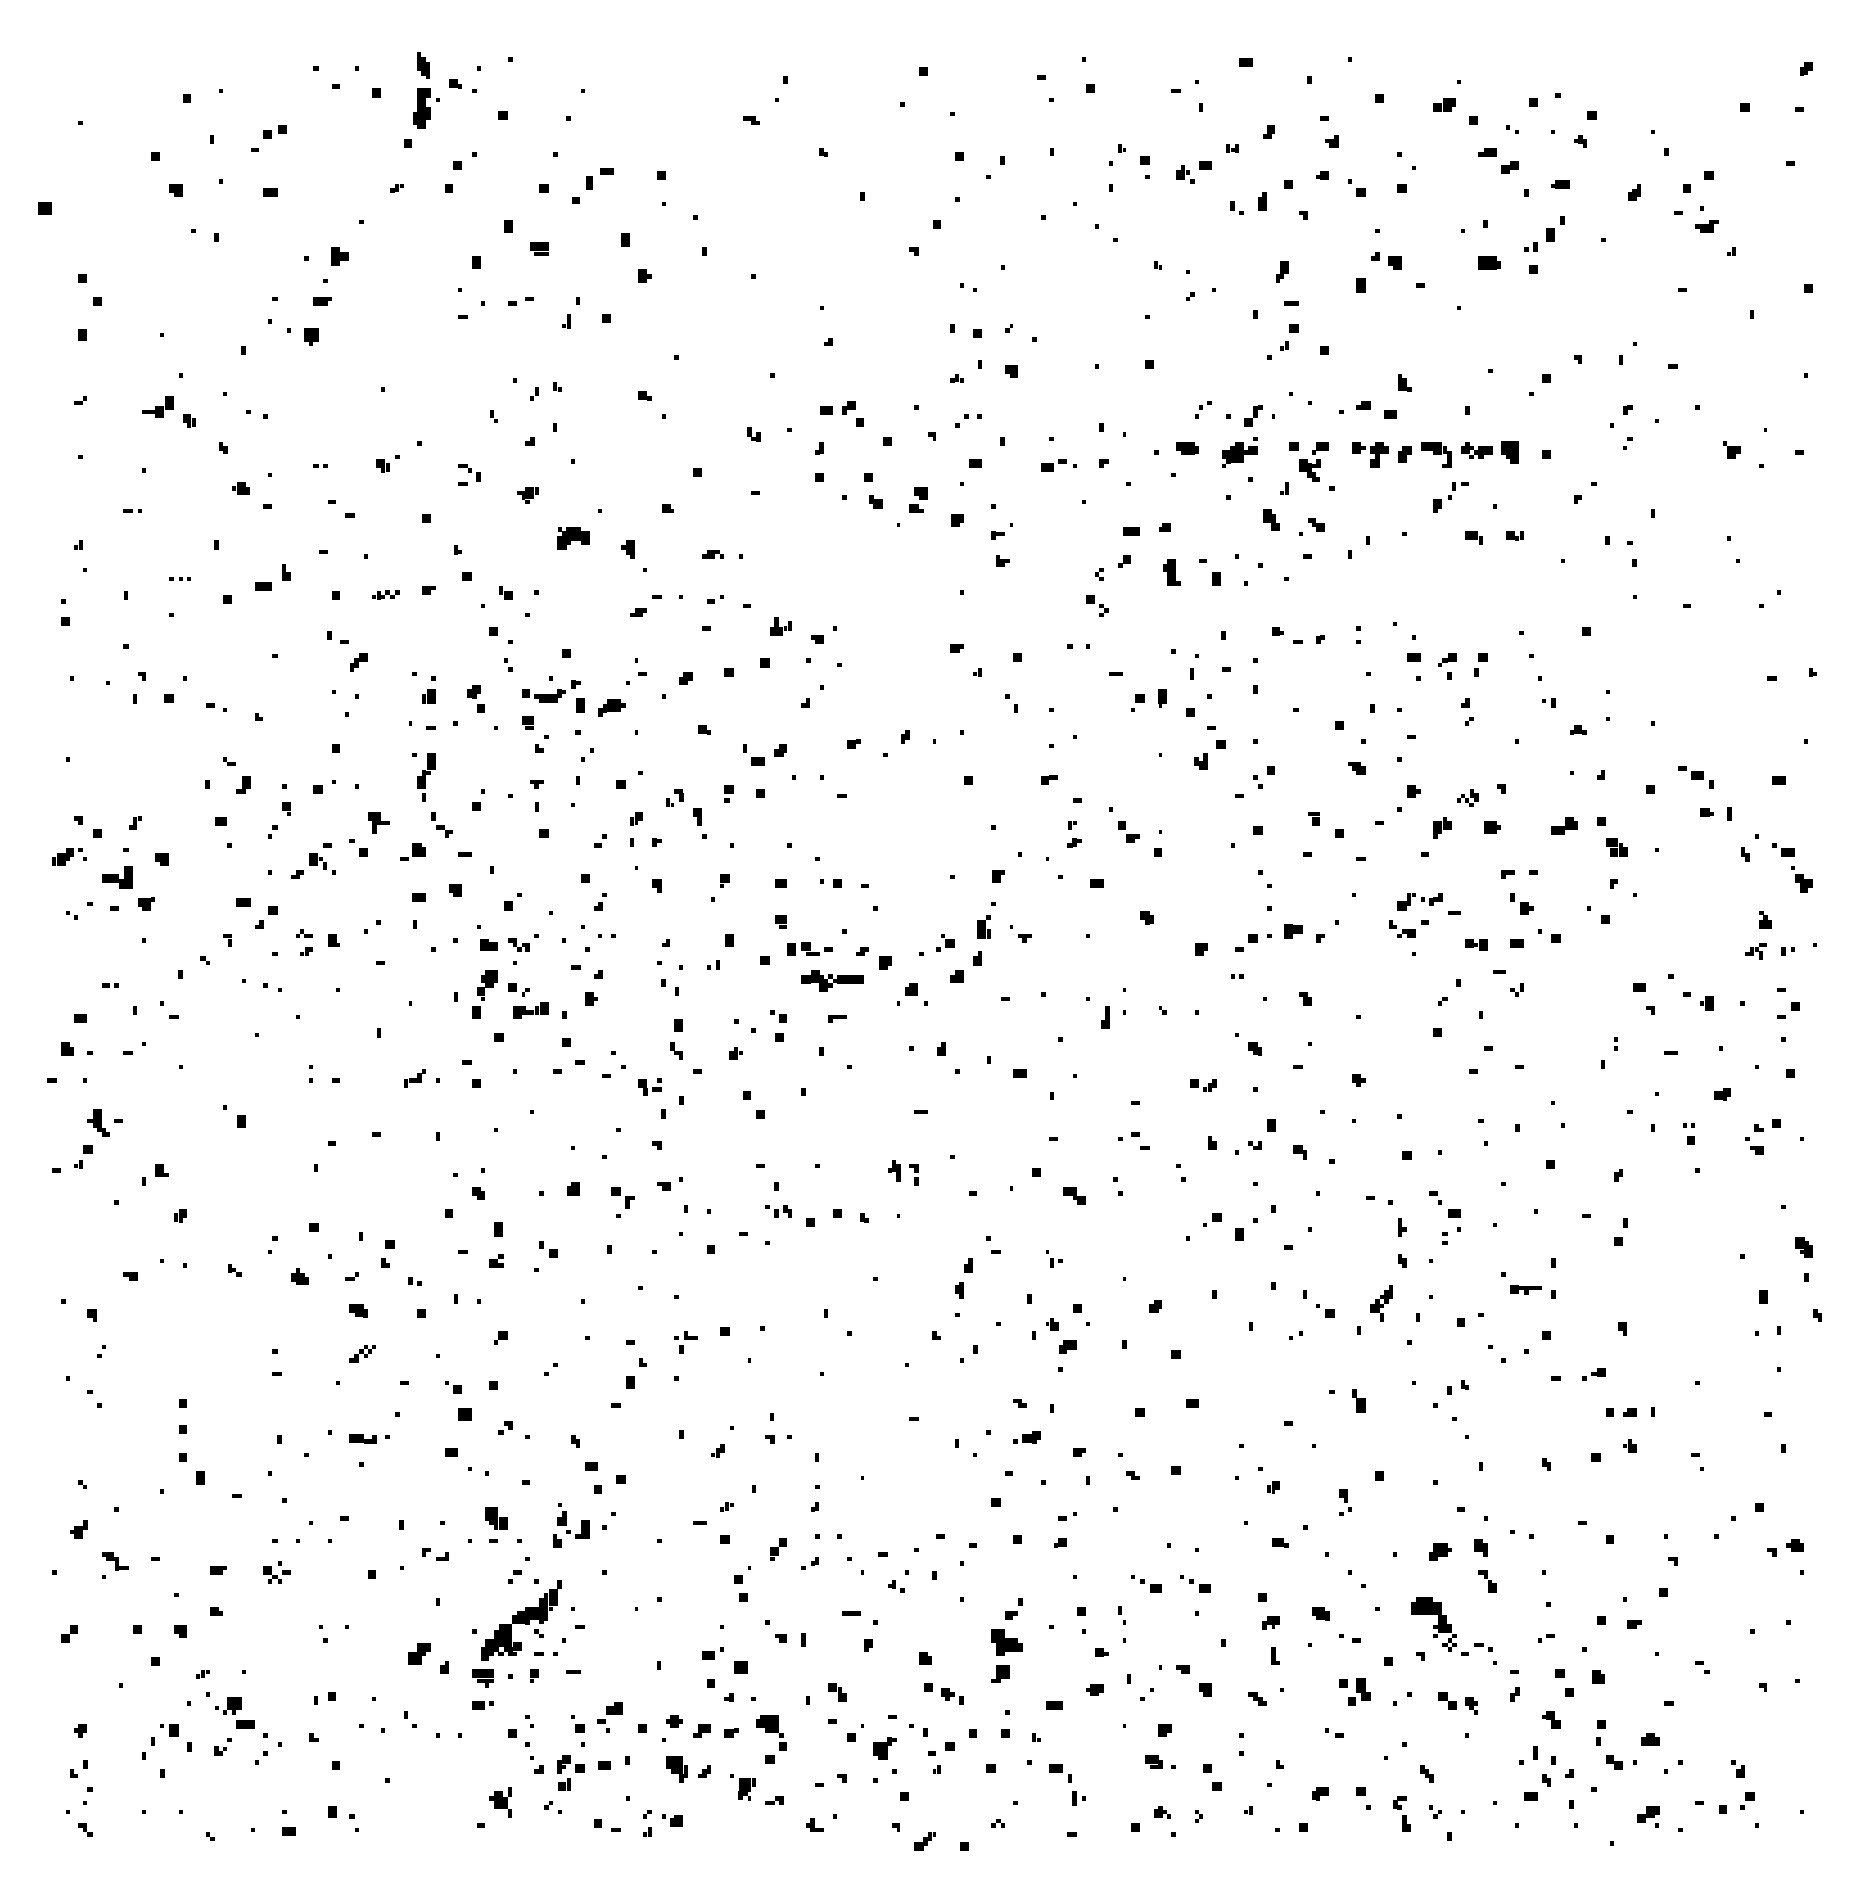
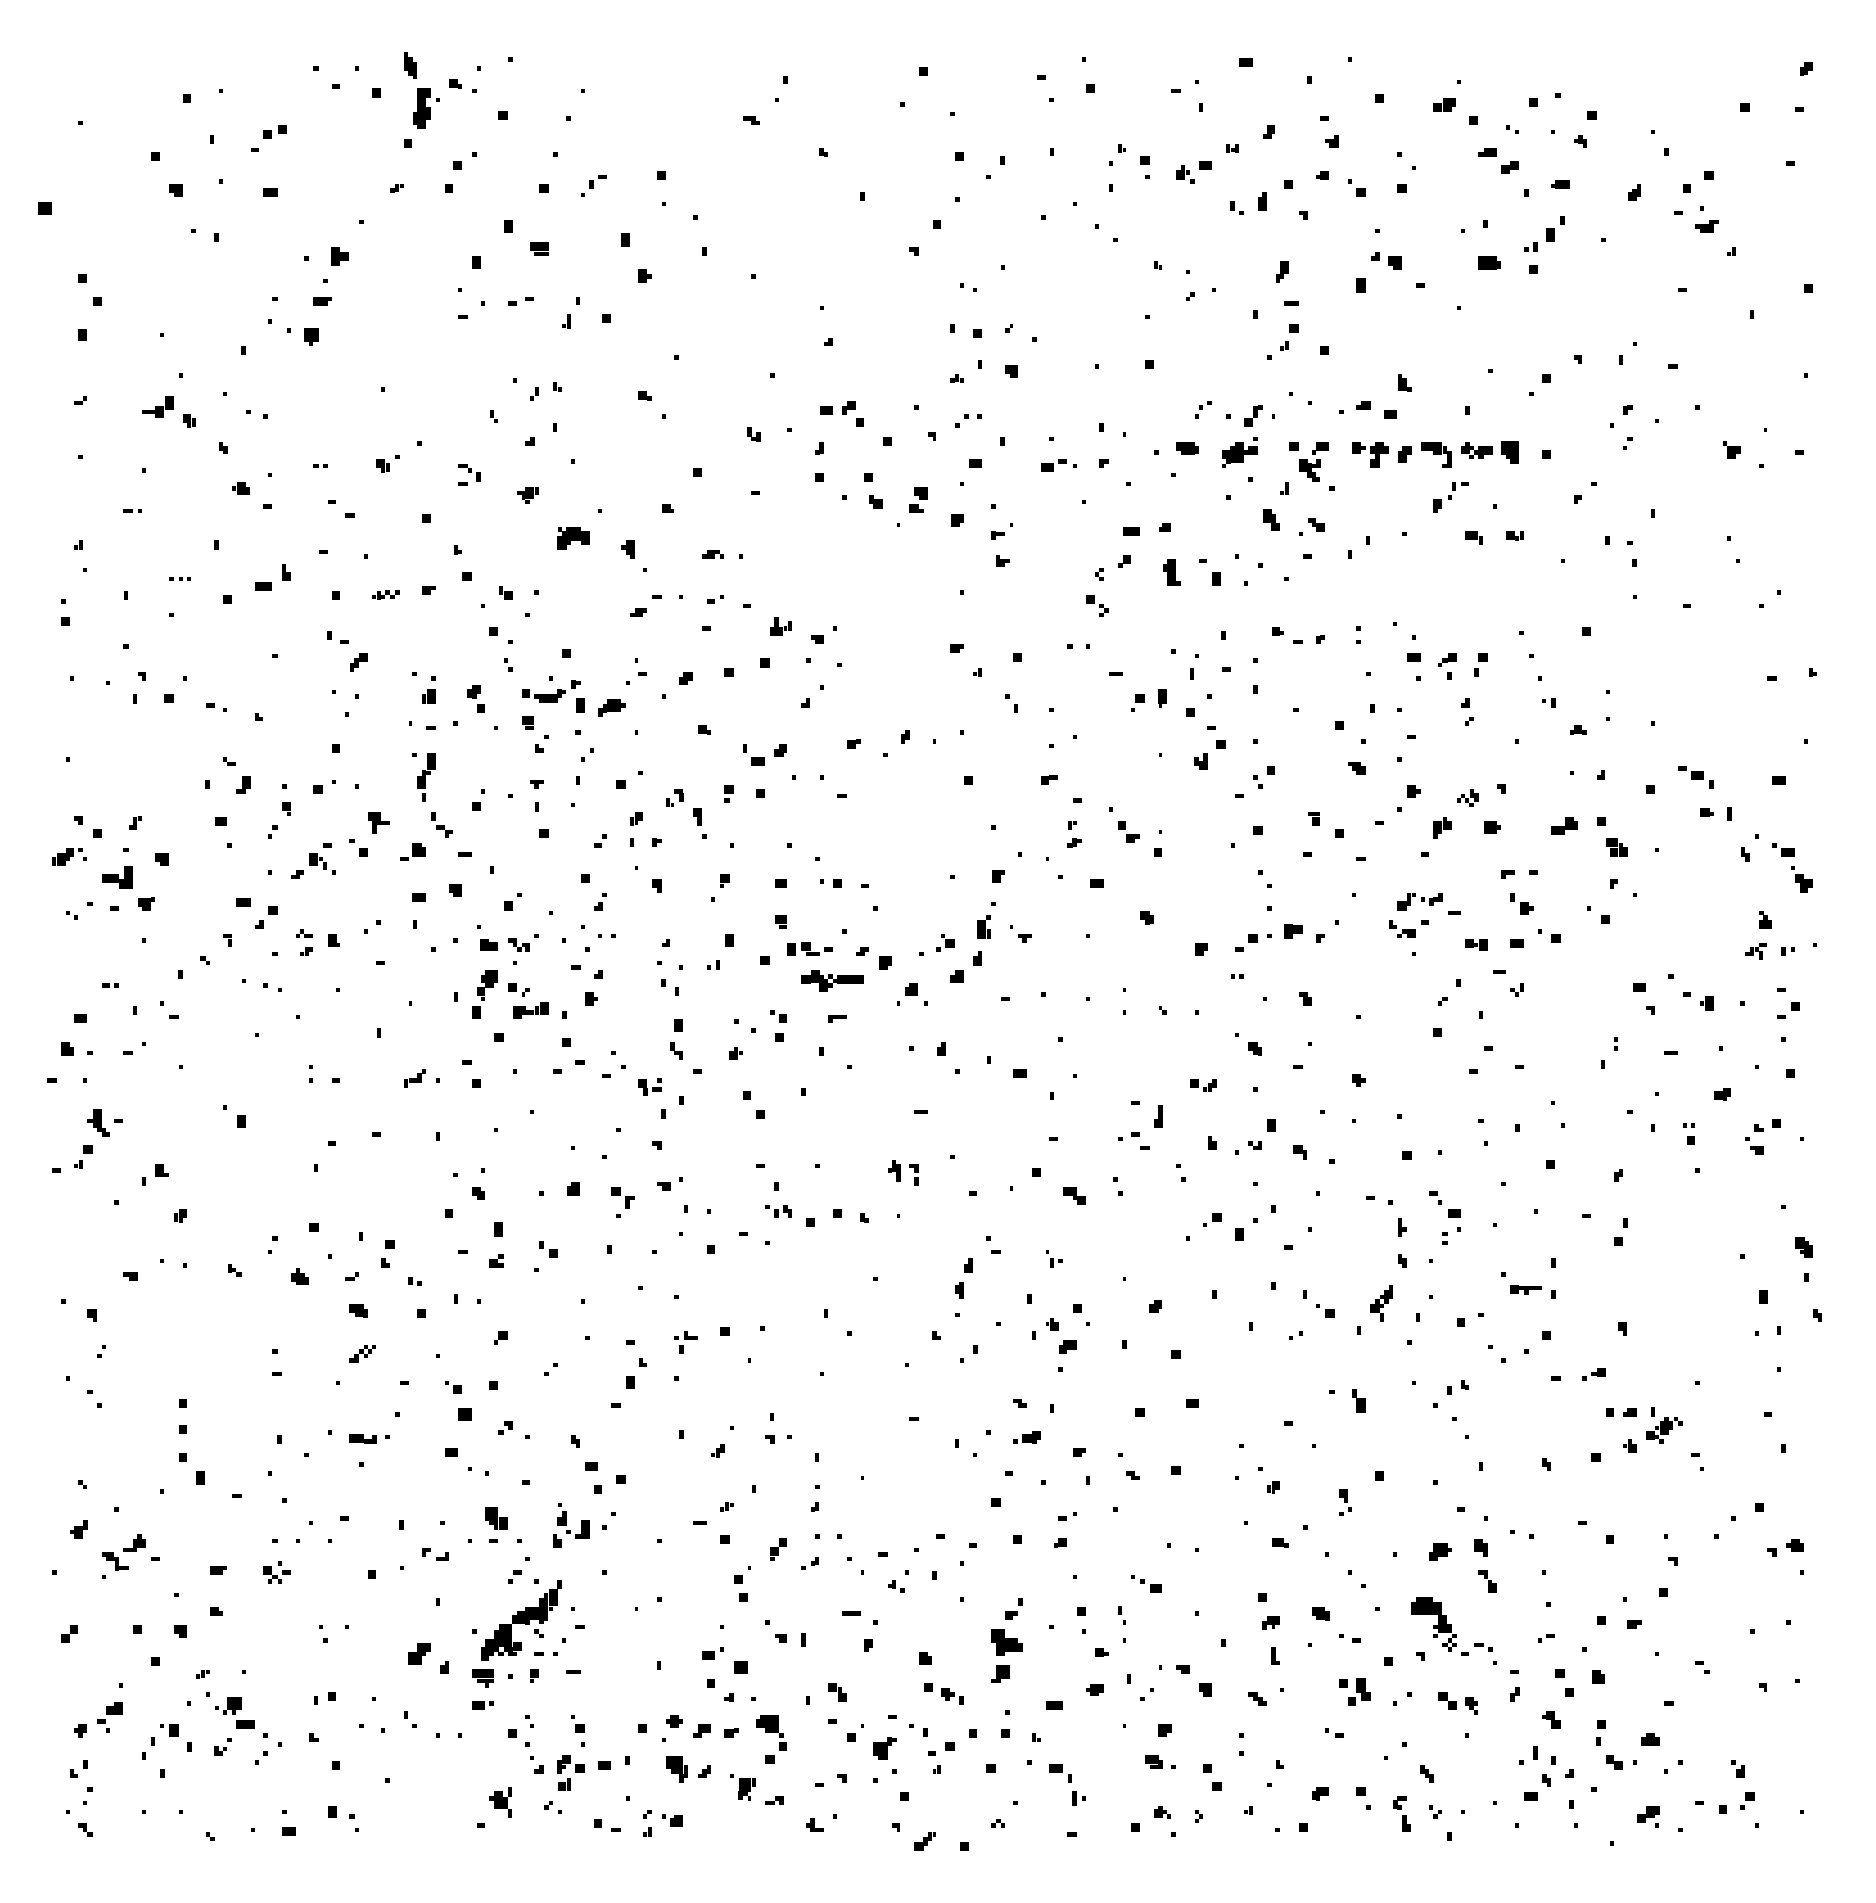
part at (423, 65) position: (423, 65) -> (410, 65)
part at (592, 185) size: 42x36 px -> 26x22 px
part at (1105, 1017) position: (1105, 1017) -> (1158, 1116)
part at (1664, 1430): none -> present
part at (134, 1542): none -> present
part at (1195, 1583): present -> none
part at (609, 1717) position: (609, 1717) -> (109, 1717)
